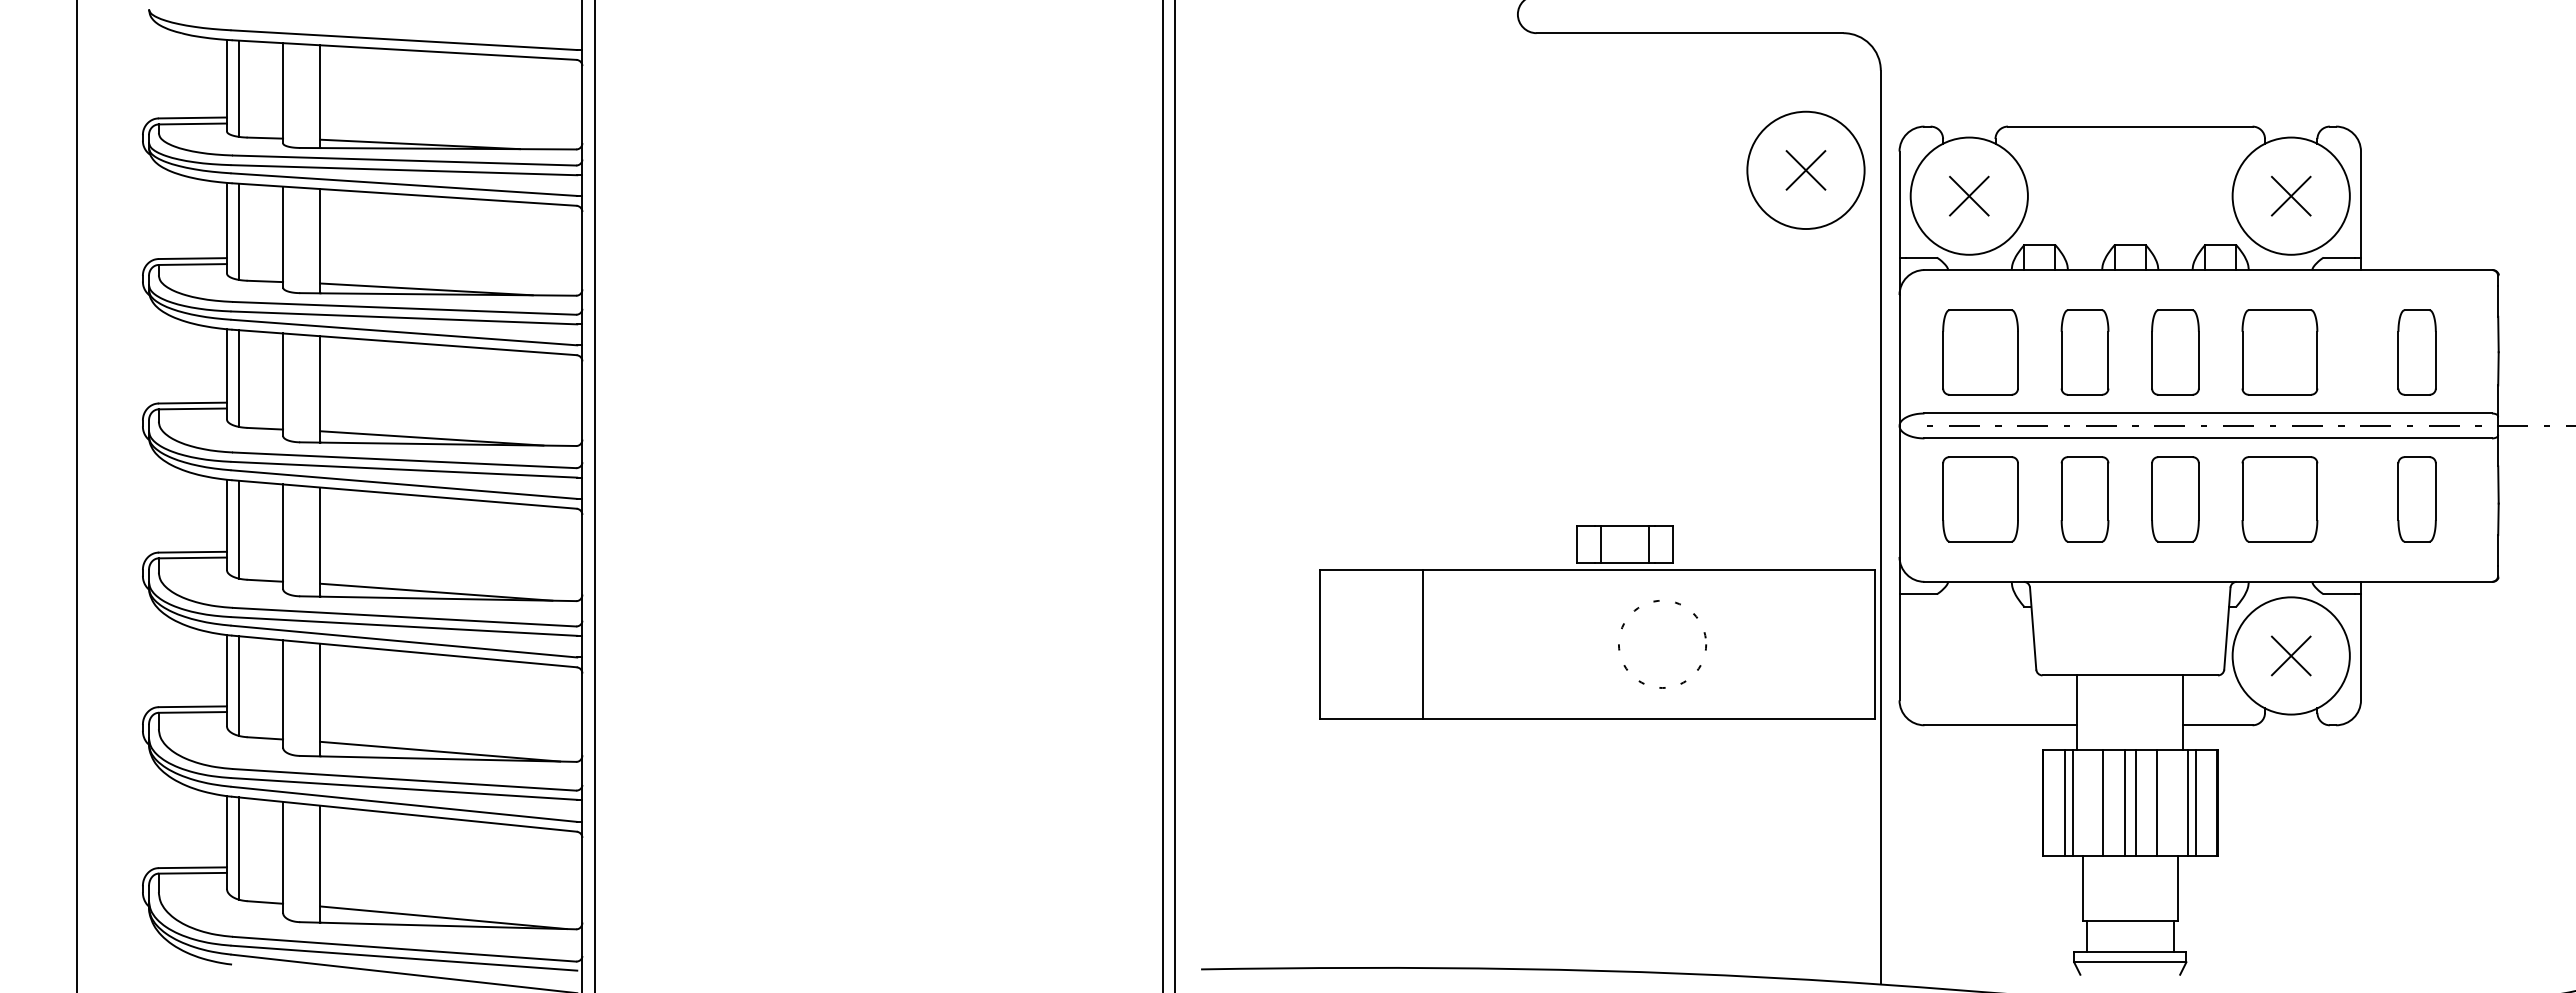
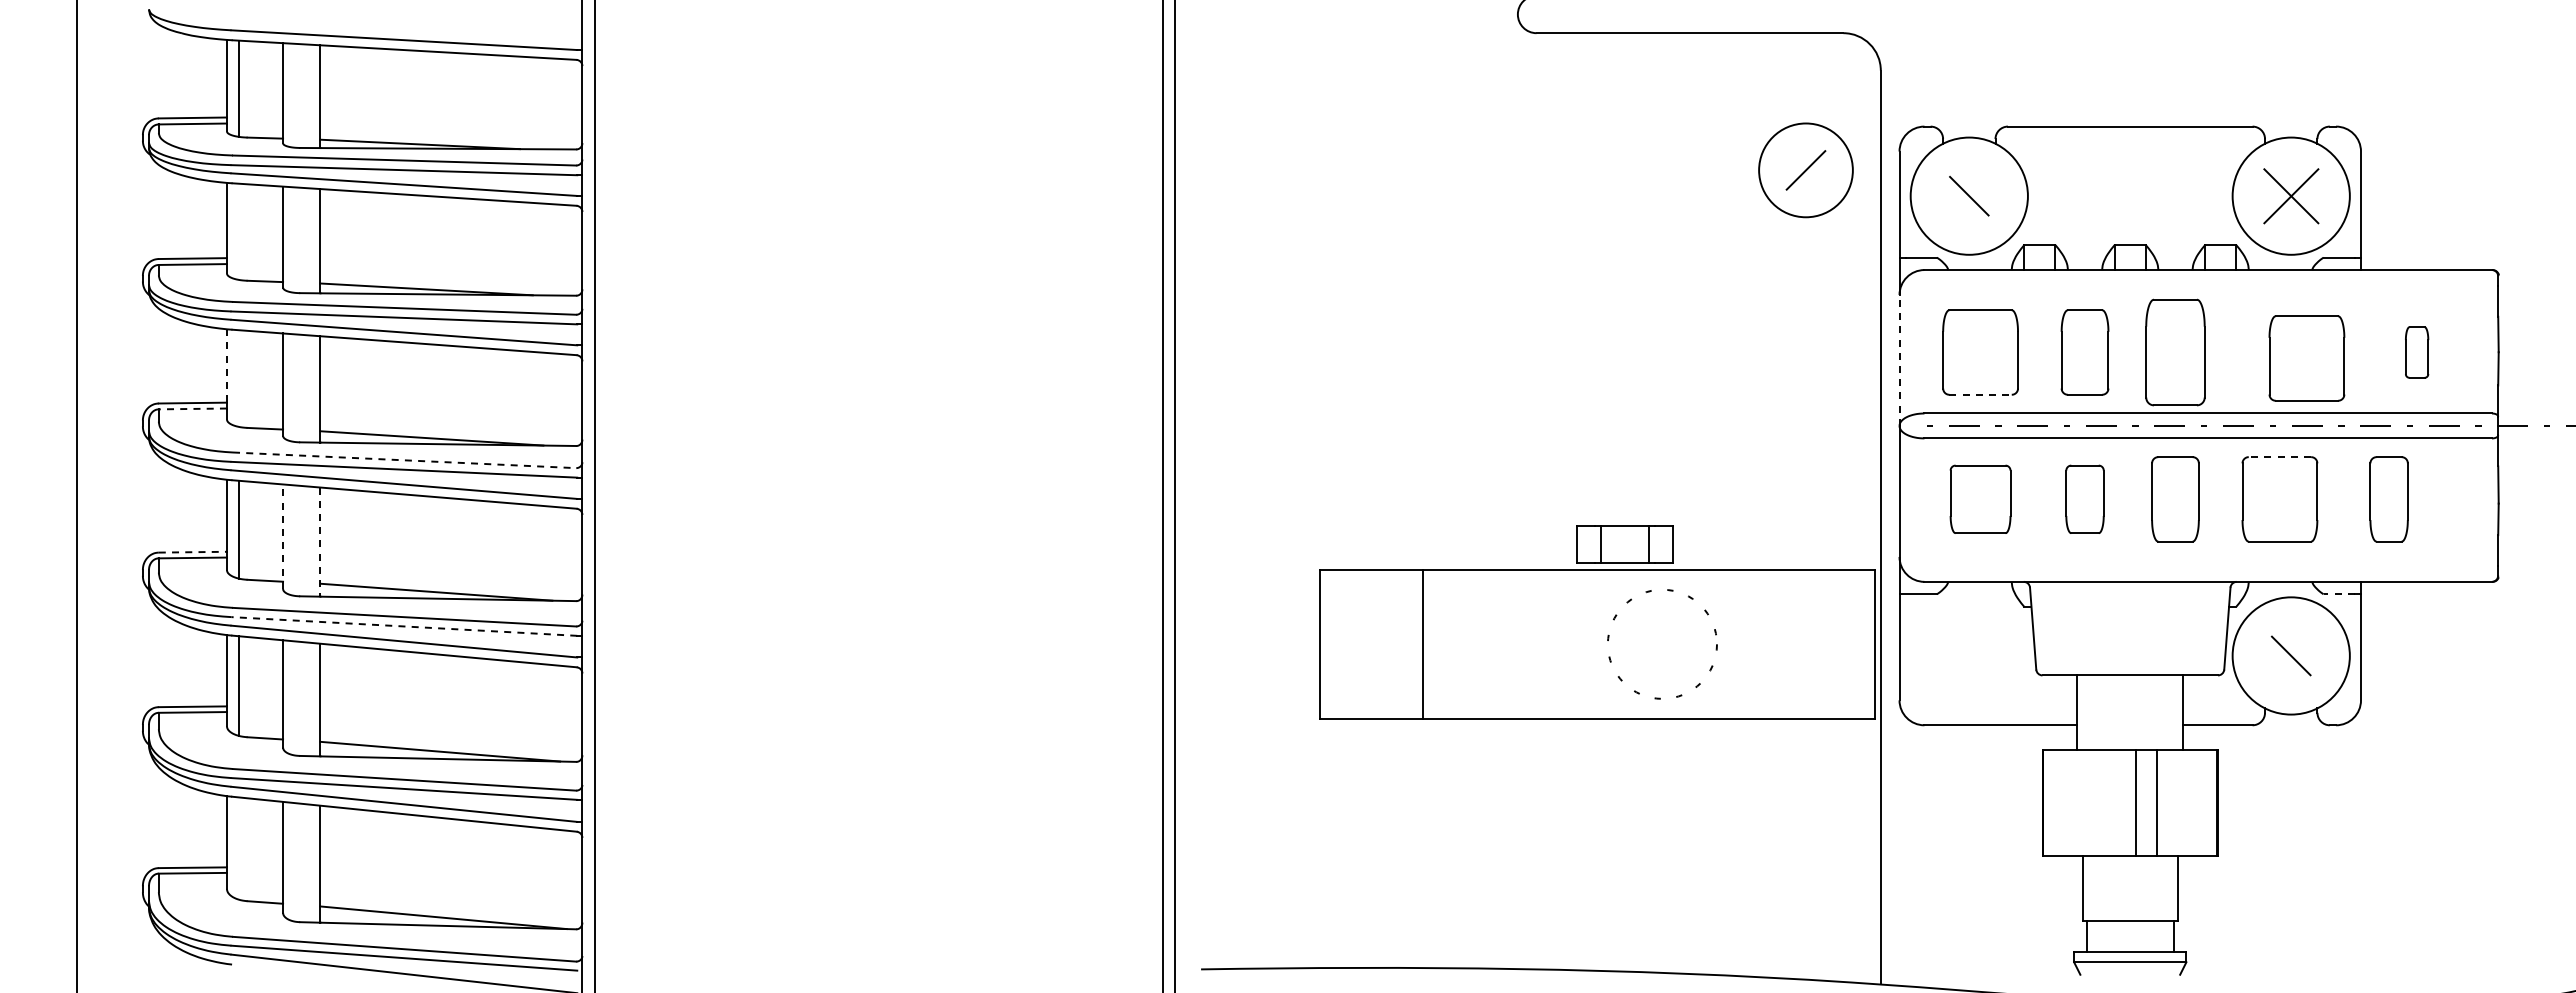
circle at (1805, 170) diameter: 117 px -> 94 px
line at (1805, 170): present -> none
line at (1969, 195): present -> none
part at (2290, 195) size: 42x42 px -> 57x57 px
line at (239, 231): present -> none
part at (2175, 352) size: 49x87 px -> 61x109 px
part at (2279, 352) position: (2279, 352) -> (2306, 358)
part at (2416, 352) size: 40x87 px -> 25x53 px
line at (1899, 359): solid -> dashed
line at (226, 365): solid -> dashed
line at (239, 378): present -> none
line at (1981, 394): solid -> dashed
line at (192, 408): solid -> dashed
line at (2279, 457): solid -> dashed
line at (404, 460): solid -> dashed
part at (1980, 499) size: 77x87 px -> 63x70 px
part at (2084, 499) size: 50x87 px -> 40x70 px
part at (2416, 499) position: (2416, 499) -> (2388, 499)
line at (283, 536): solid -> dashed
line at (320, 542): solid -> dashed
line at (193, 552): solid -> dashed
line at (2339, 594): solid -> dashed
line at (403, 626): solid -> dashed
circle at (1662, 644) size: 90x89 px -> 111x111 px
line at (2290, 655): present -> none
line at (2064, 803): present -> none
line at (2072, 803): present -> none
line at (2103, 803): present -> none
line at (2124, 803): present -> none
line at (2188, 803): present -> none
line at (2195, 803): present -> none
line at (239, 848): present -> none
